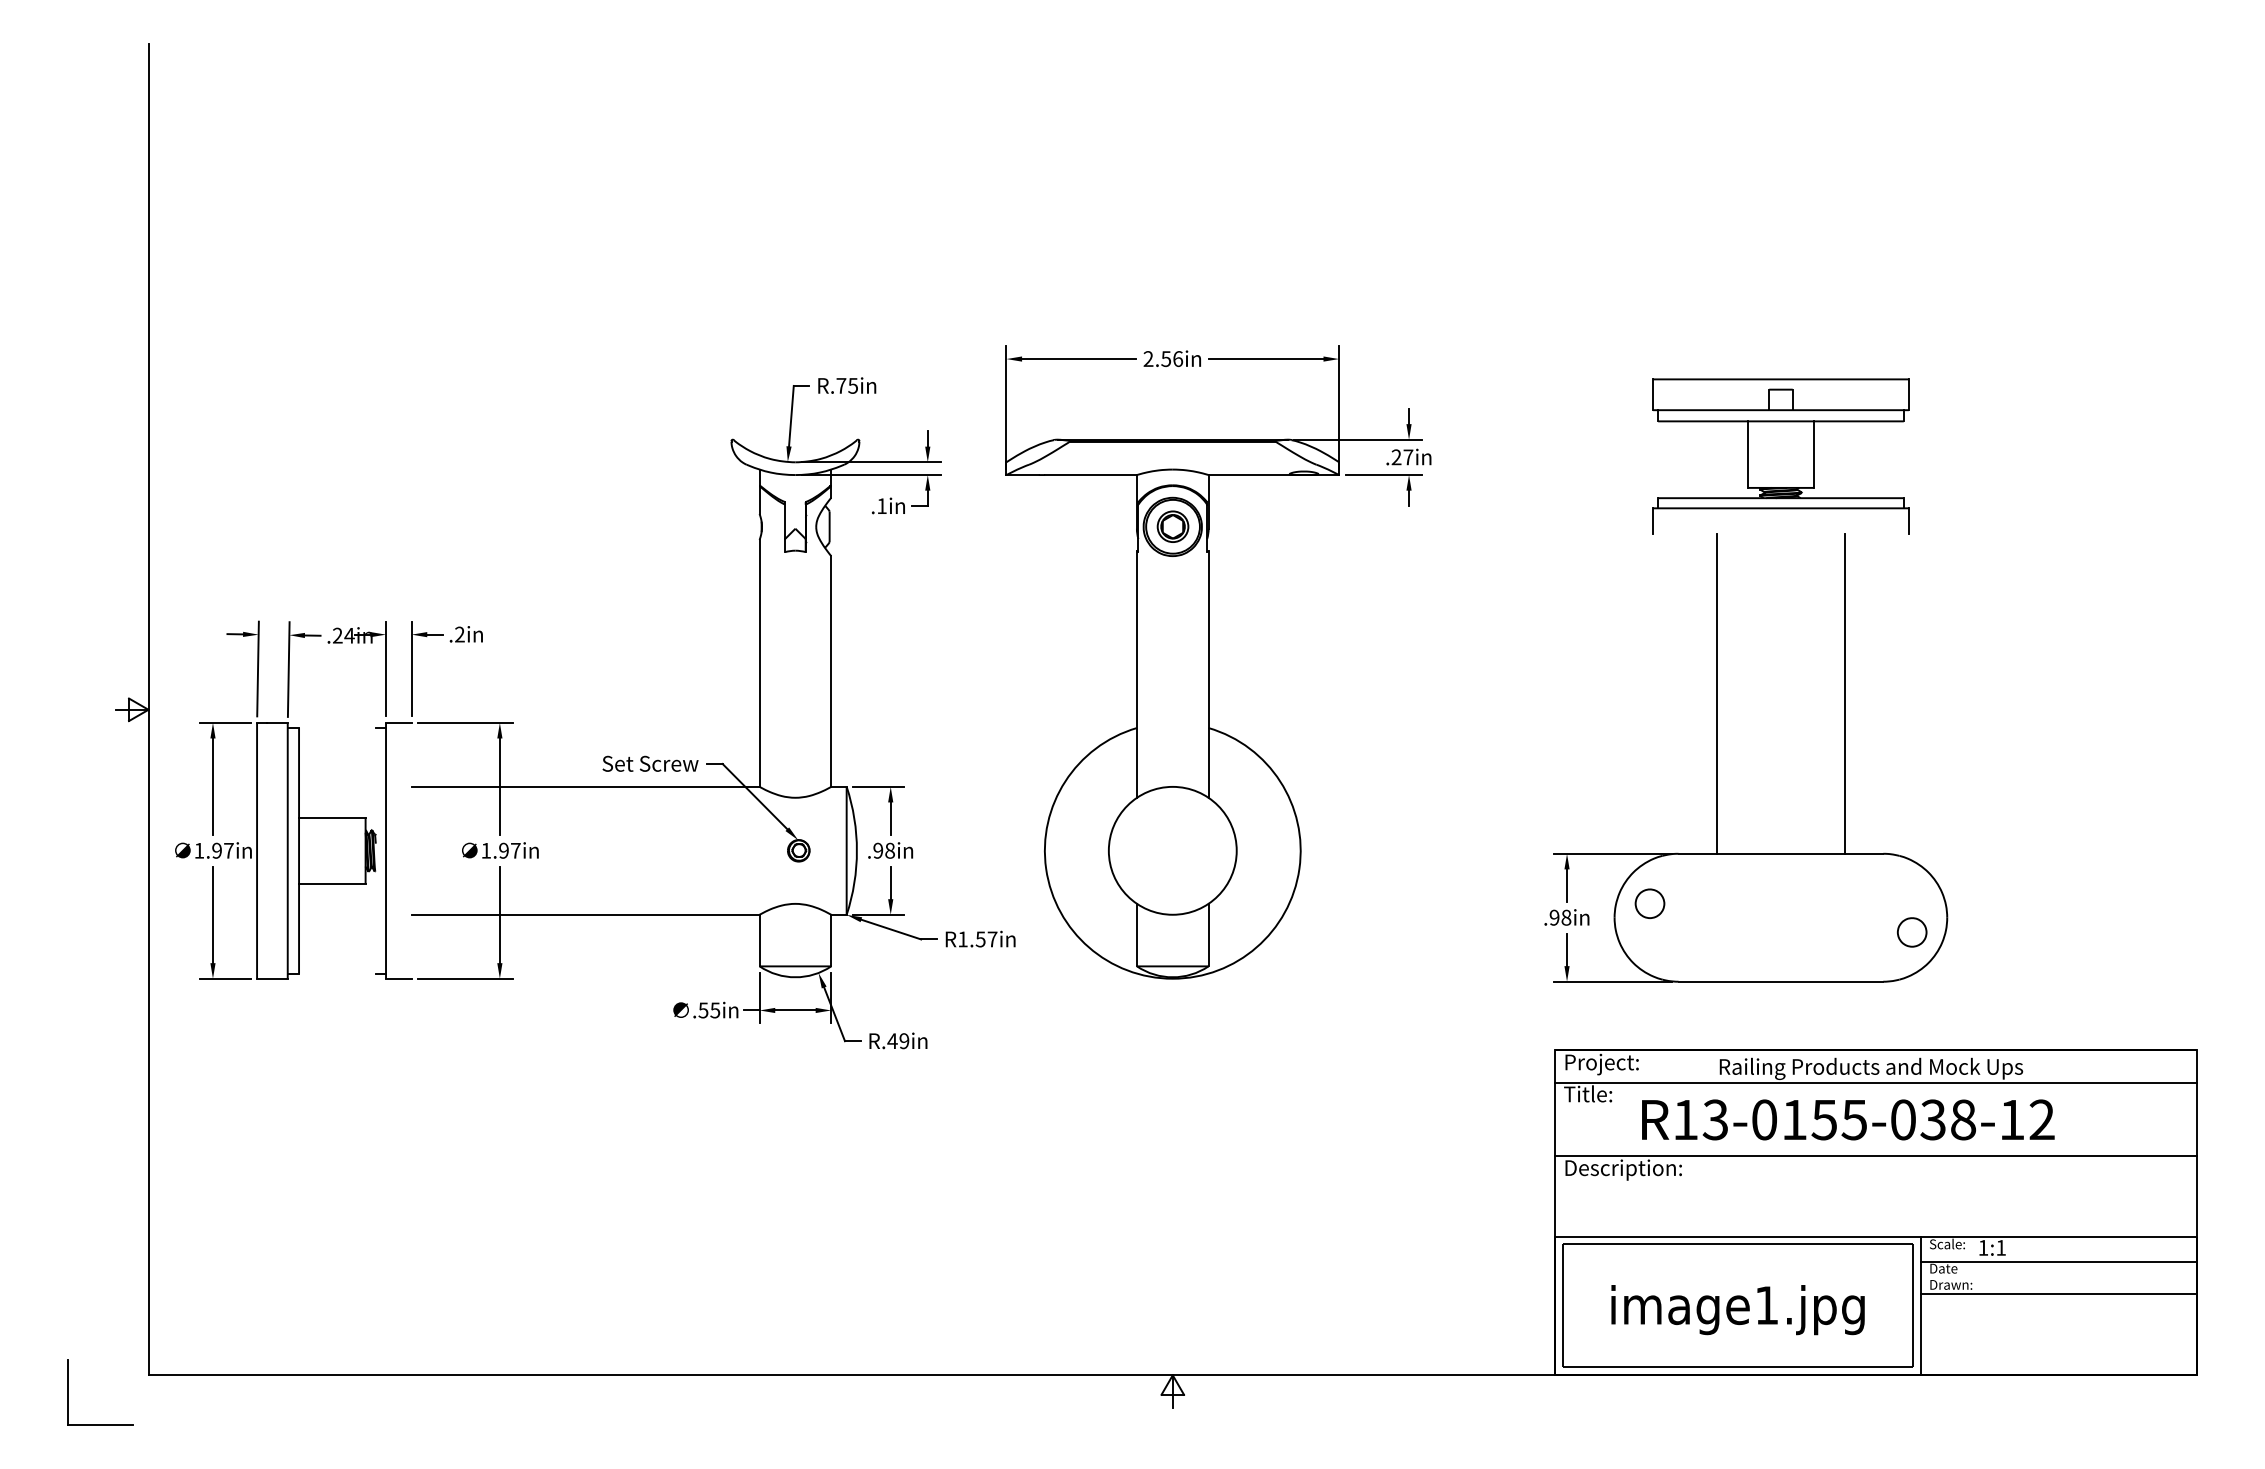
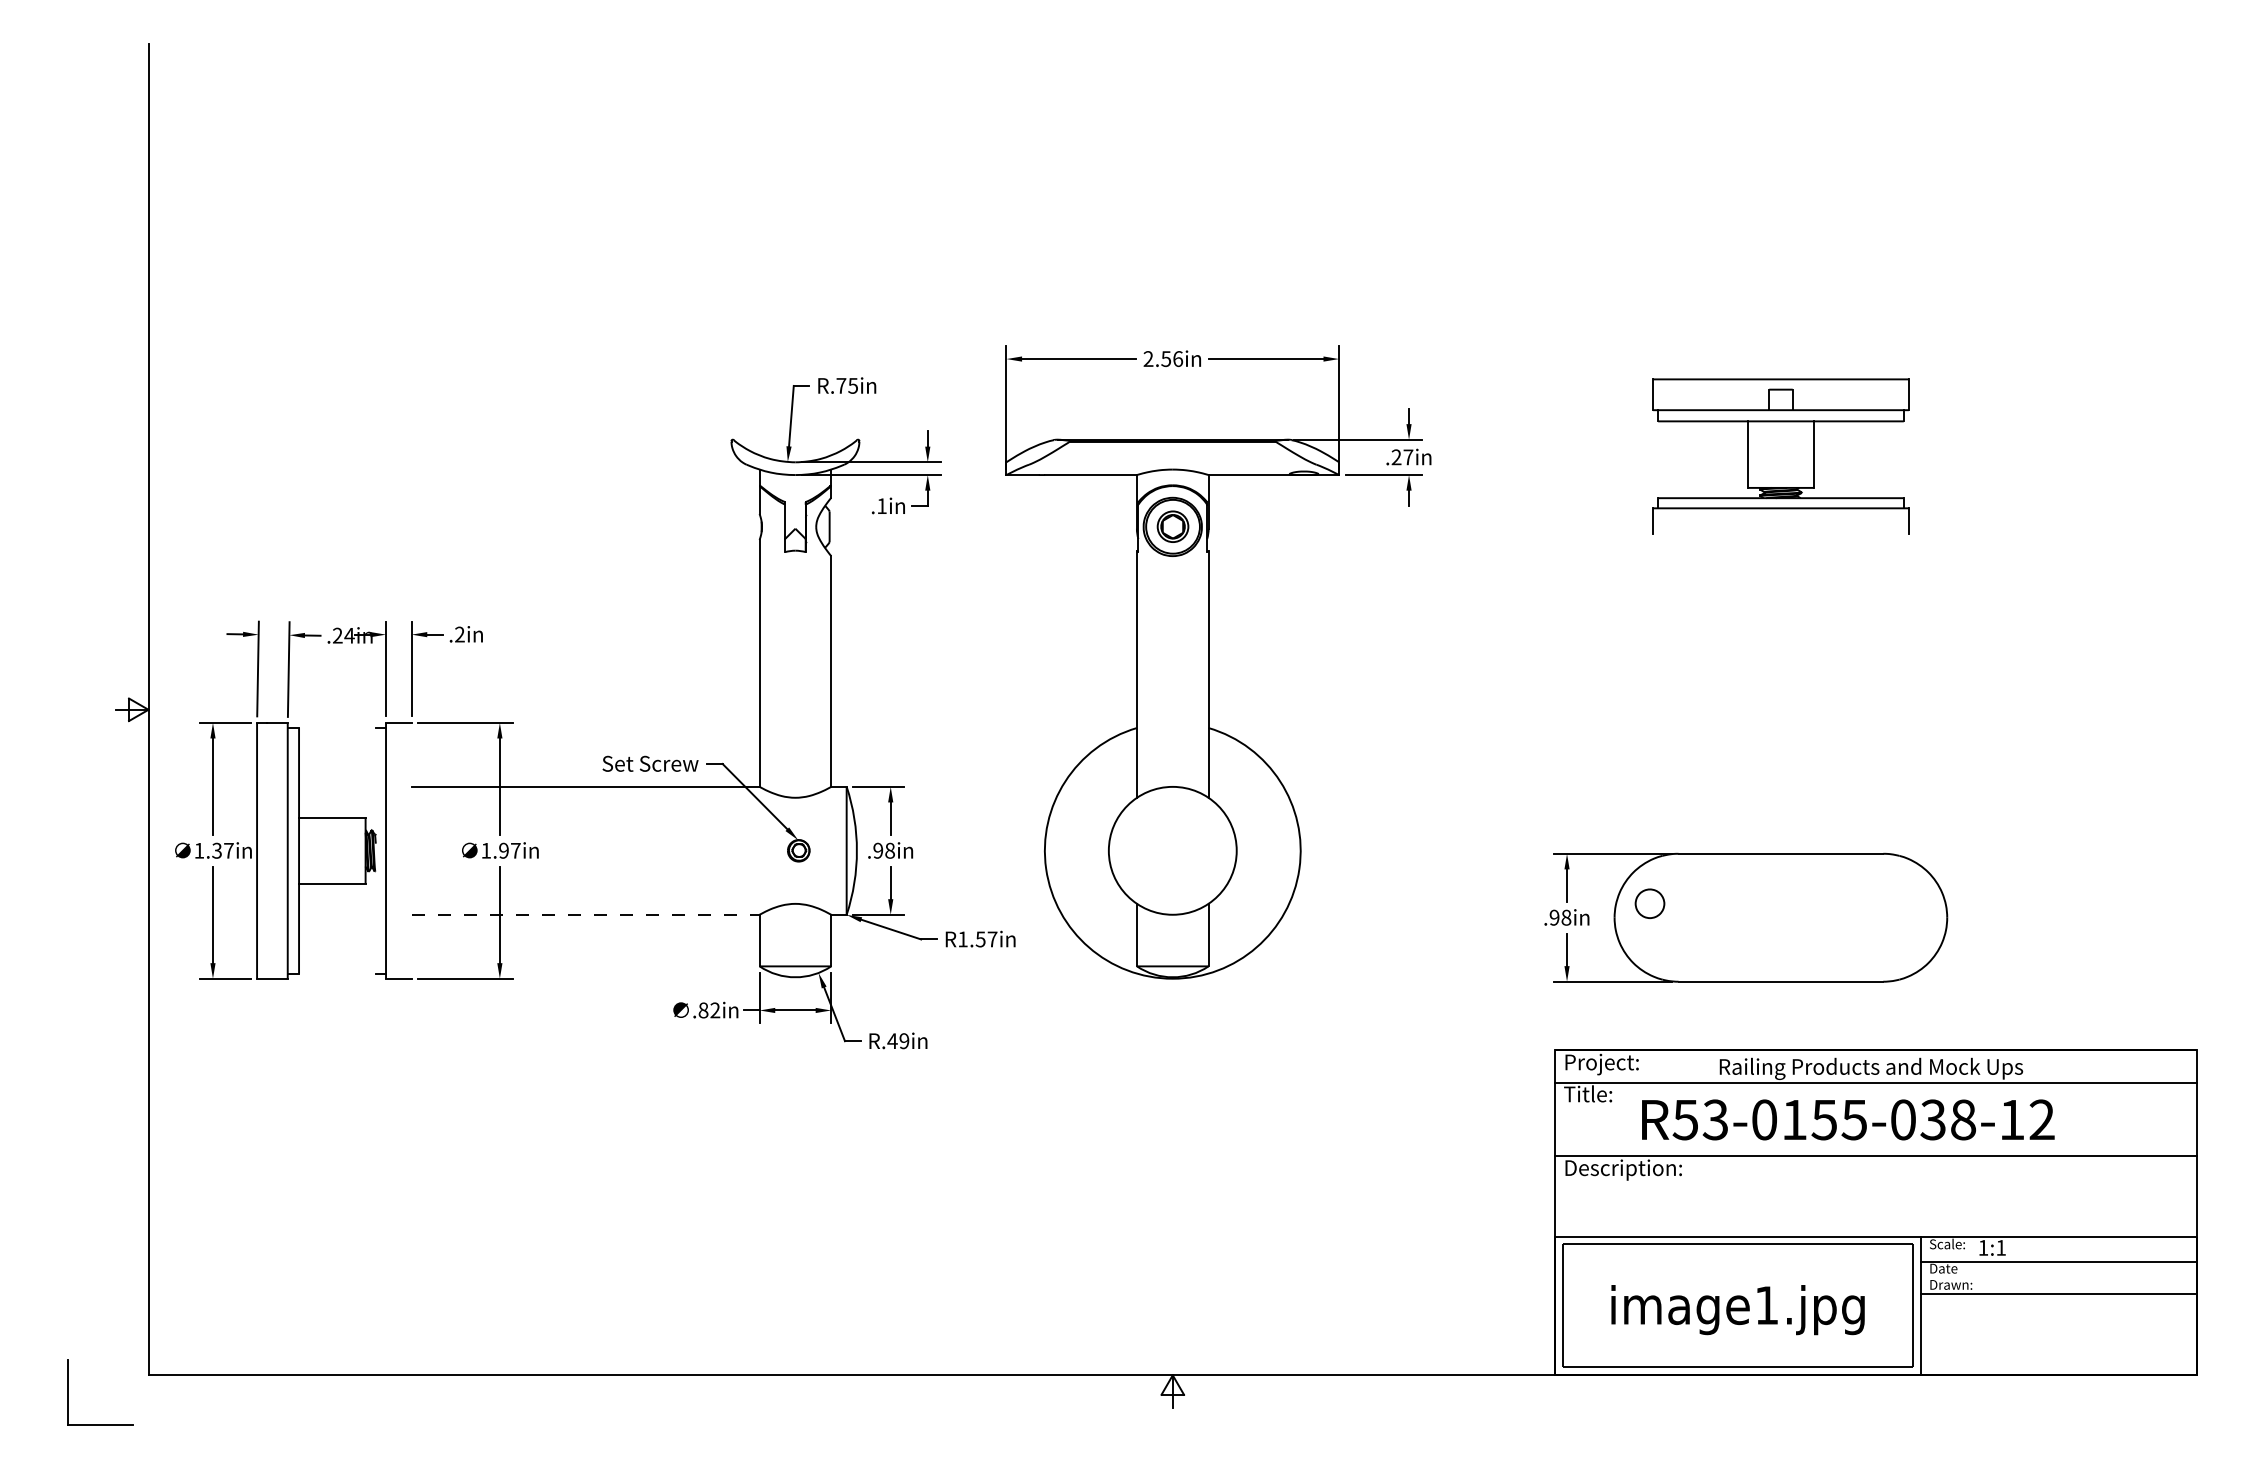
line at (1717, 693): present -> none
line at (1844, 693): present -> none
text at (216, 850): 1.97in -> 1.37in
line at (585, 914): solid -> dashed
part at (1912, 932): present -> none
text at (709, 1010): .55in -> .82in
text at (1684, 1120): R13-0155-038-12 -> R53-0155-038-12
